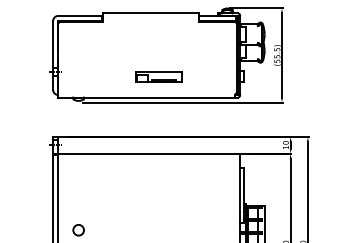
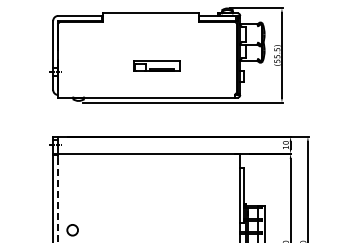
part at (158, 76) position: (158, 76) -> (156, 65)
line at (58, 200): solid -> dashed
circle at (78, 230) position: (78, 230) -> (72, 230)
